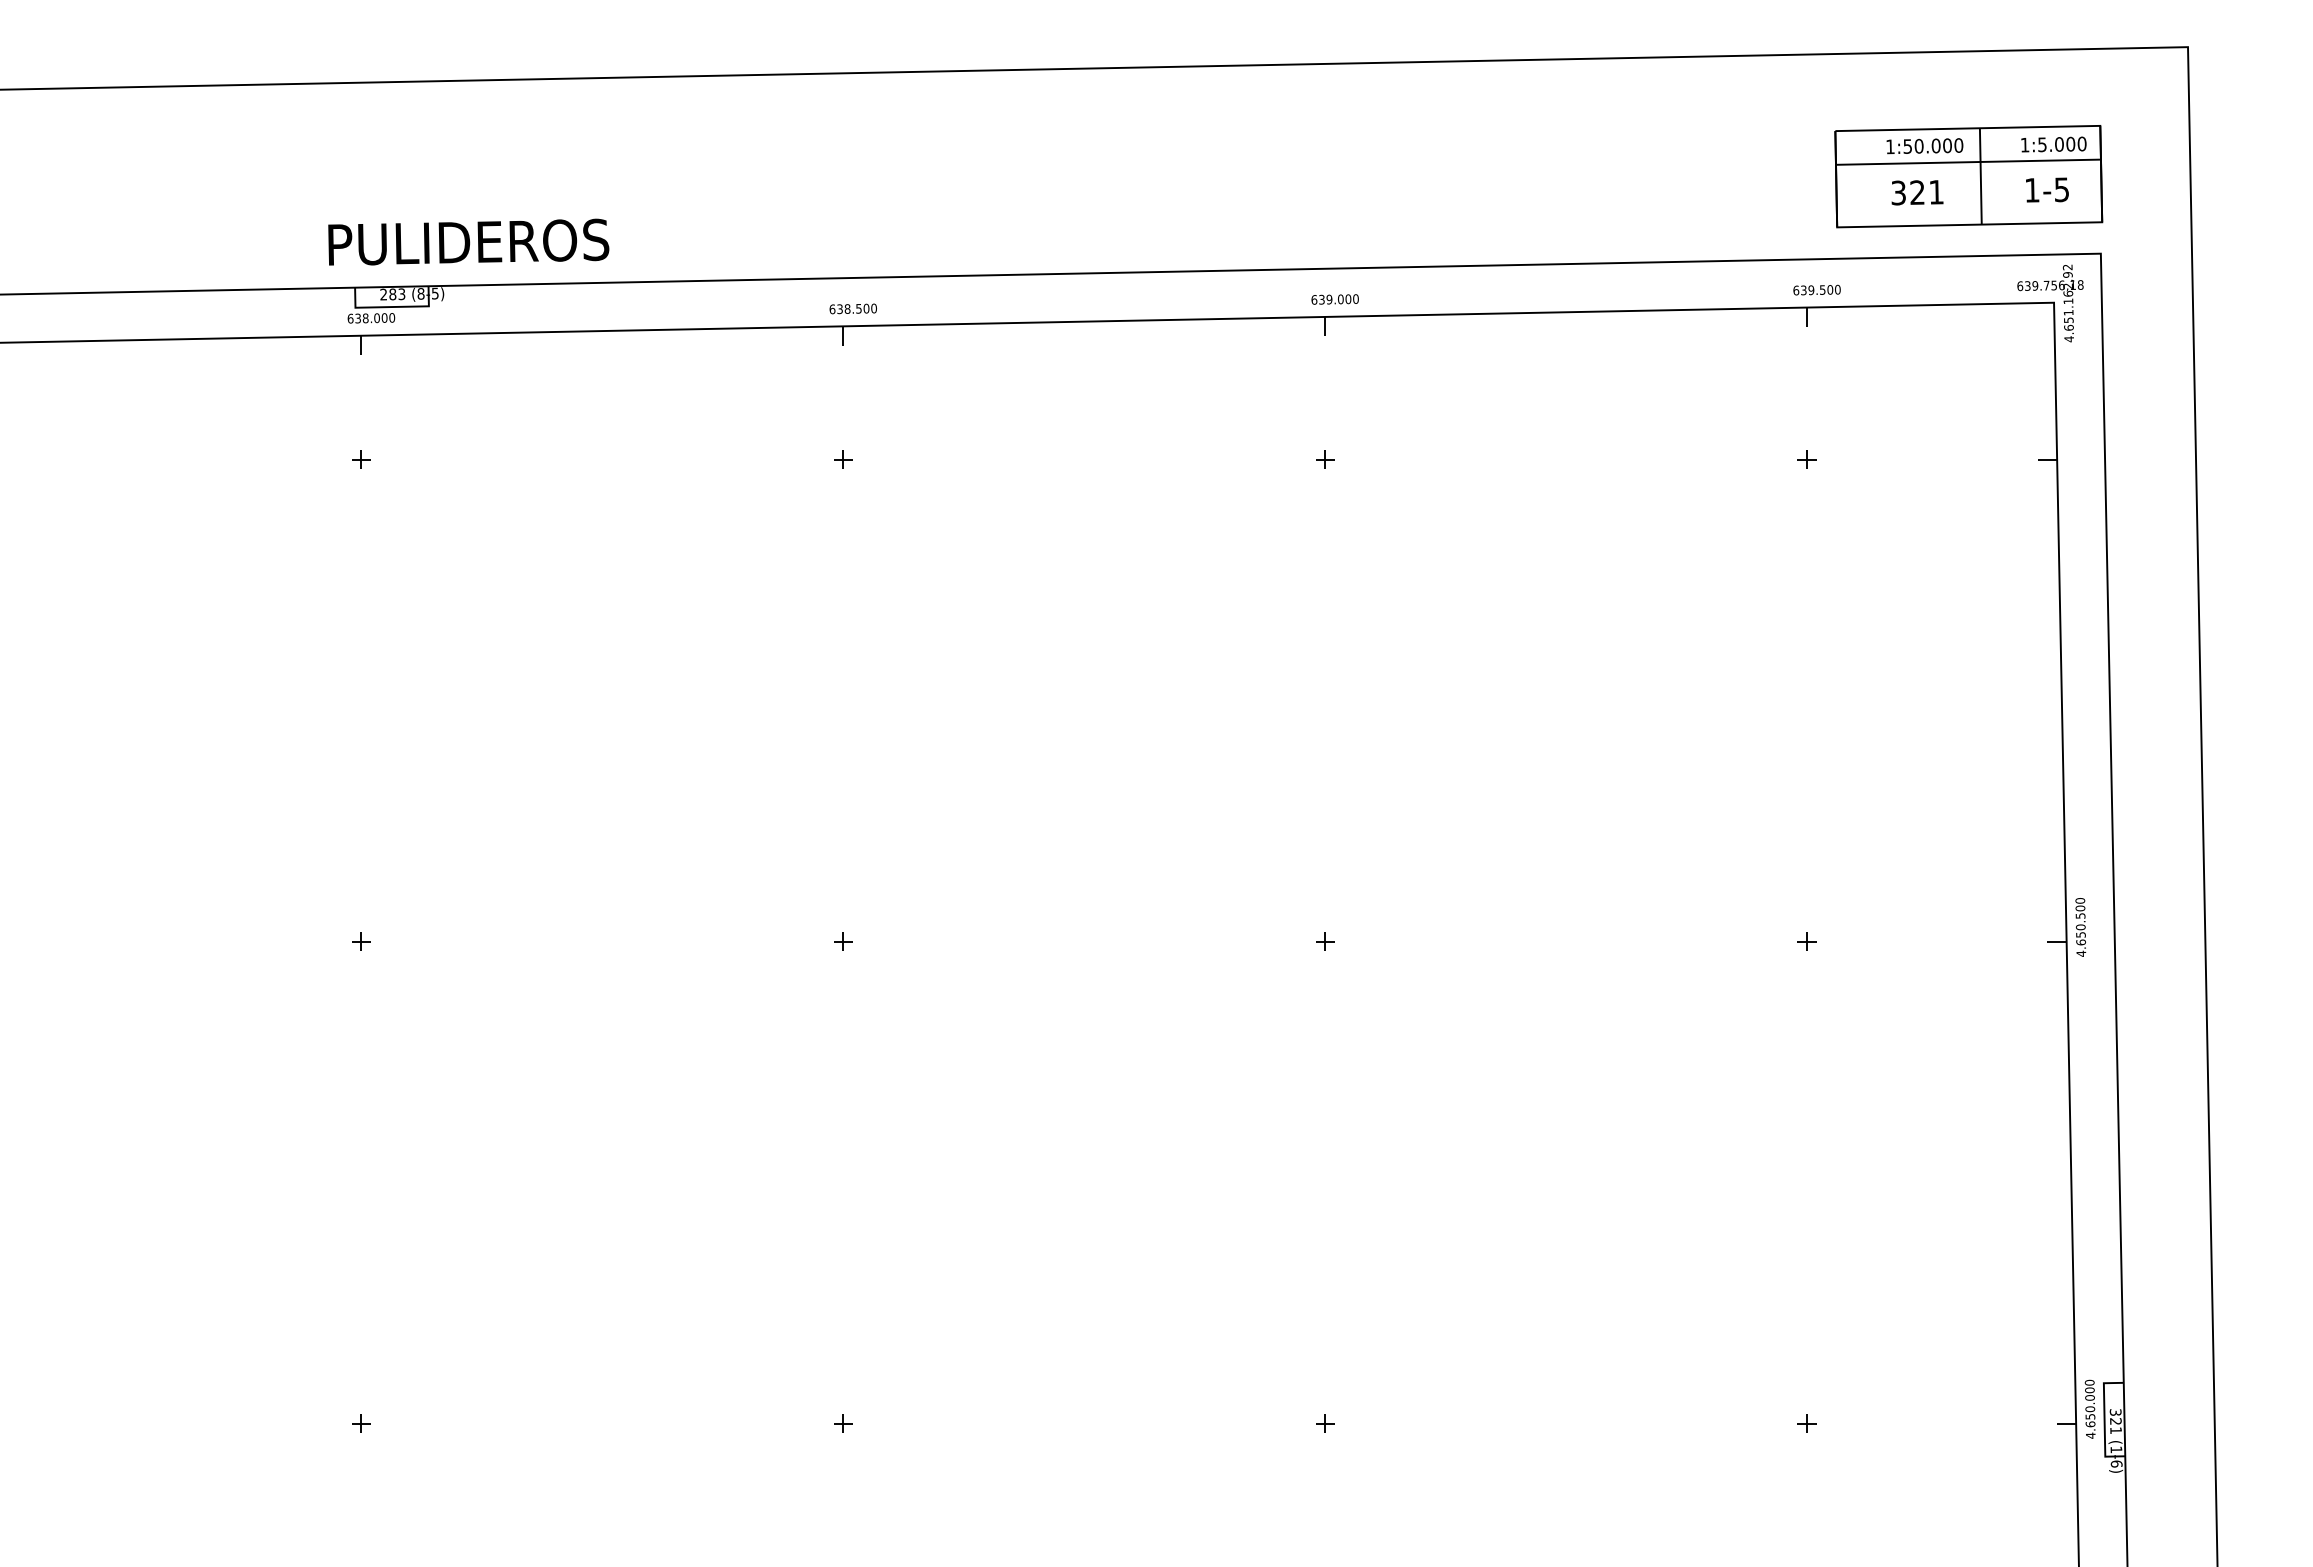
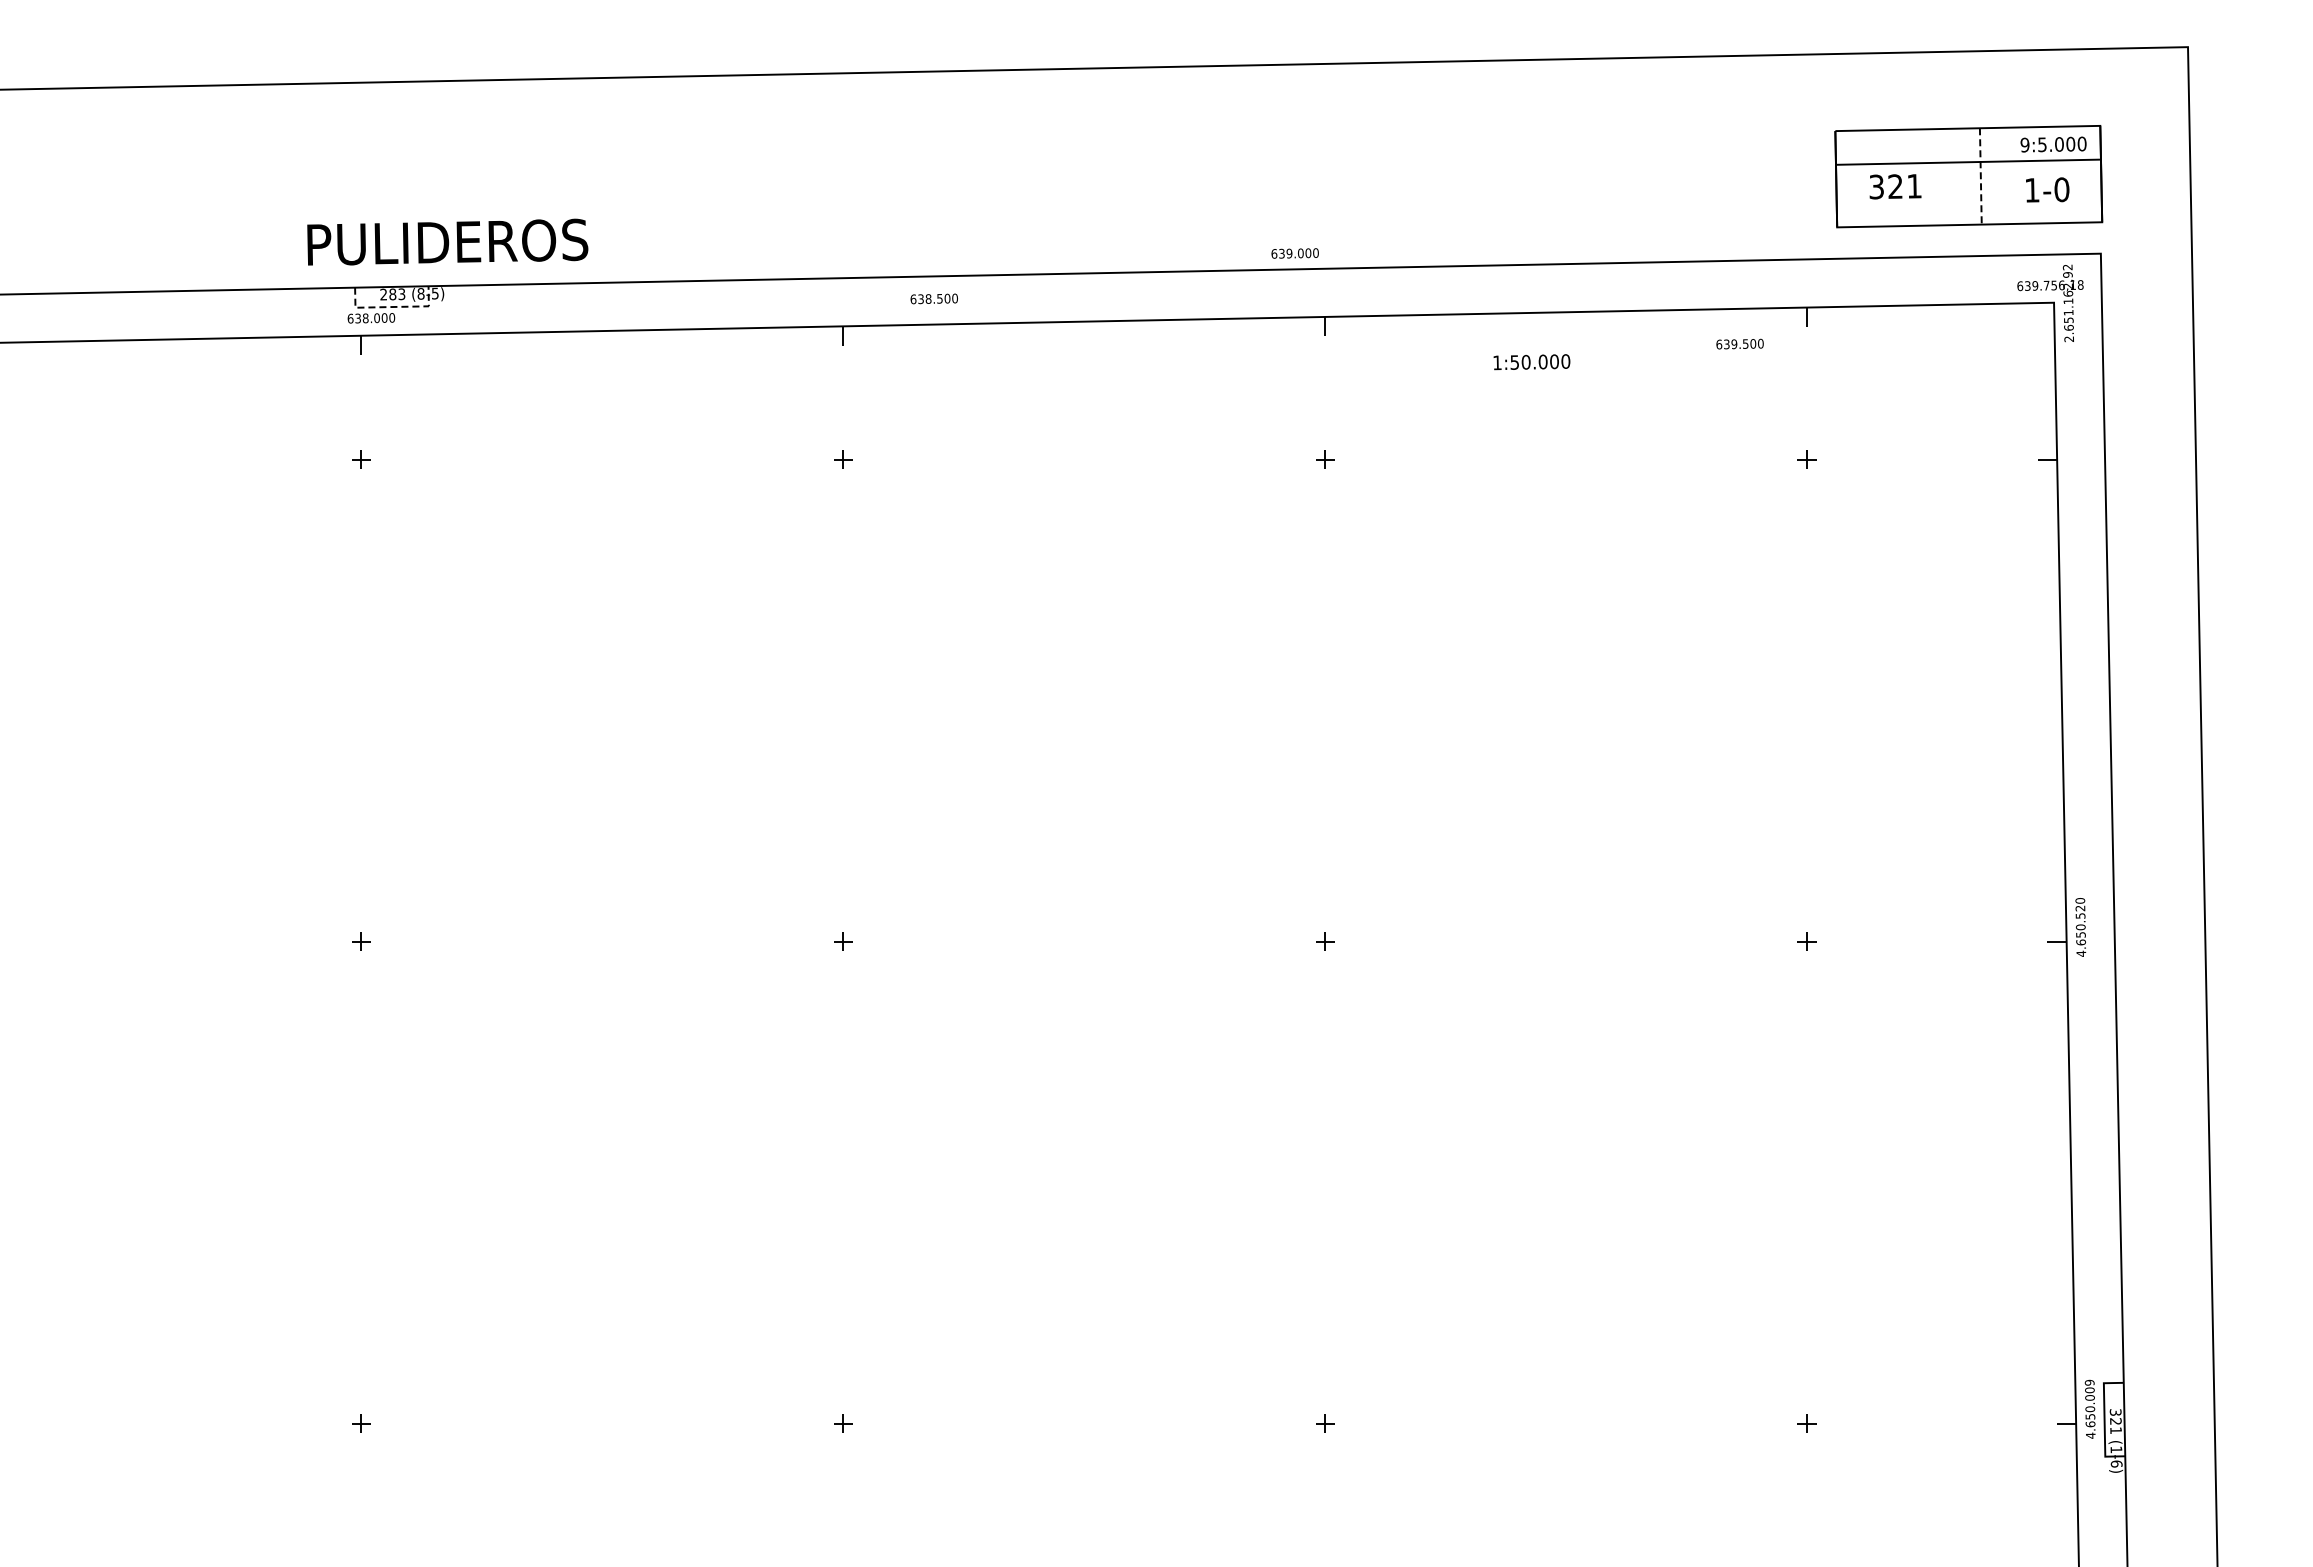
text at (2024, 144): 1:5.000 -> 9:5.000
text at (1924, 146) position: (1924, 146) -> (1531, 362)
line at (1980, 176): solid -> dashed
text at (2061, 189): 1-5 -> 1-0
text at (1917, 192) position: (1917, 192) -> (1895, 186)
text at (468, 241) position: (468, 241) -> (447, 241)
text at (1816, 289) position: (1816, 289) -> (1739, 343)
text at (1334, 299) position: (1334, 299) -> (1294, 253)
line at (392, 307): solid -> dashed
text at (852, 308) position: (852, 308) -> (933, 298)
text at (2068, 339): 4.651.162,92 -> 2.651.162,92
text at (2080, 908): 4.650.500 -> 4.650.520
text at (2089, 1382): 4.650.000 -> 4.650.009
